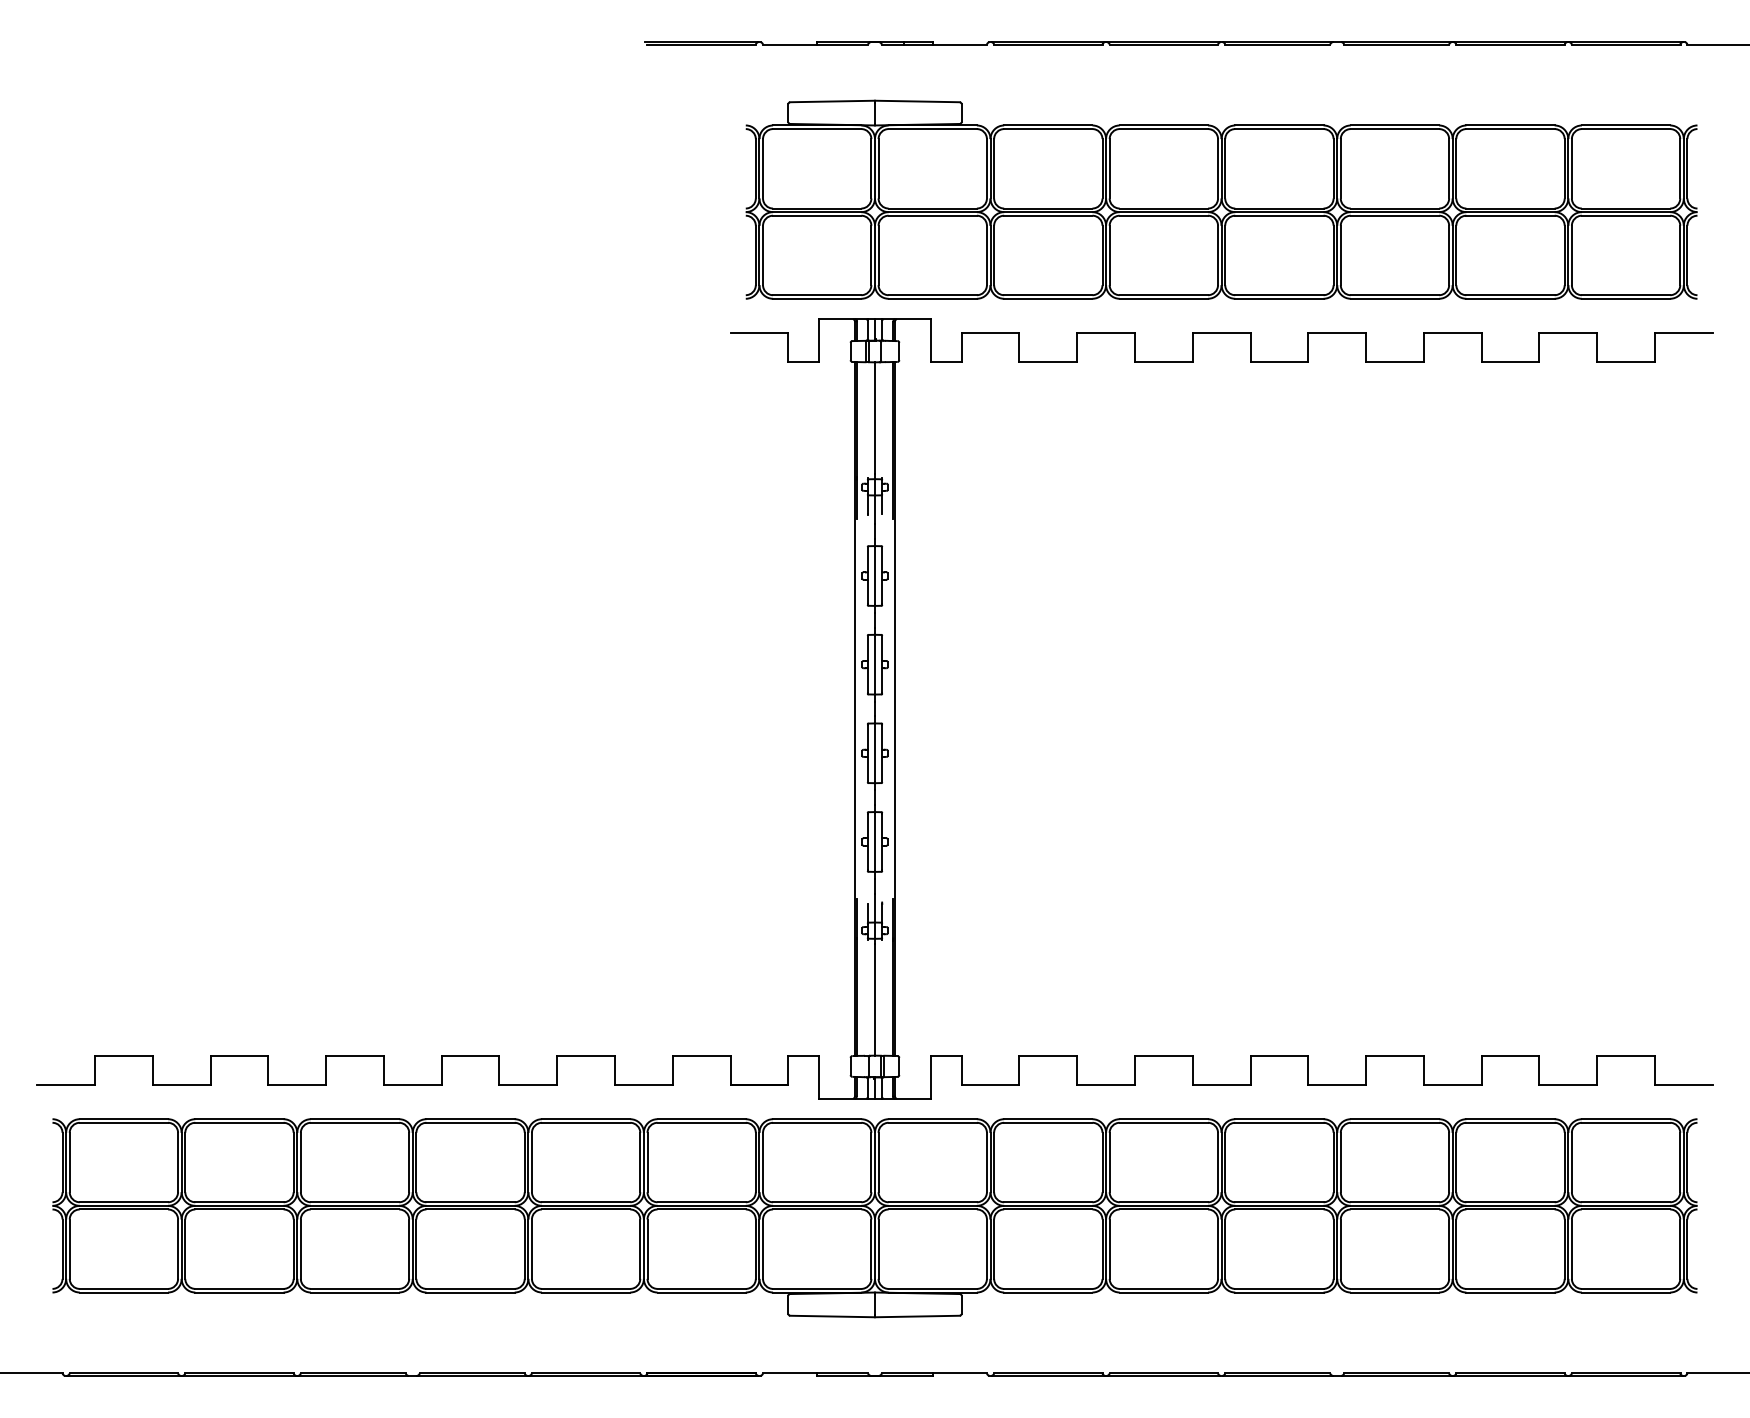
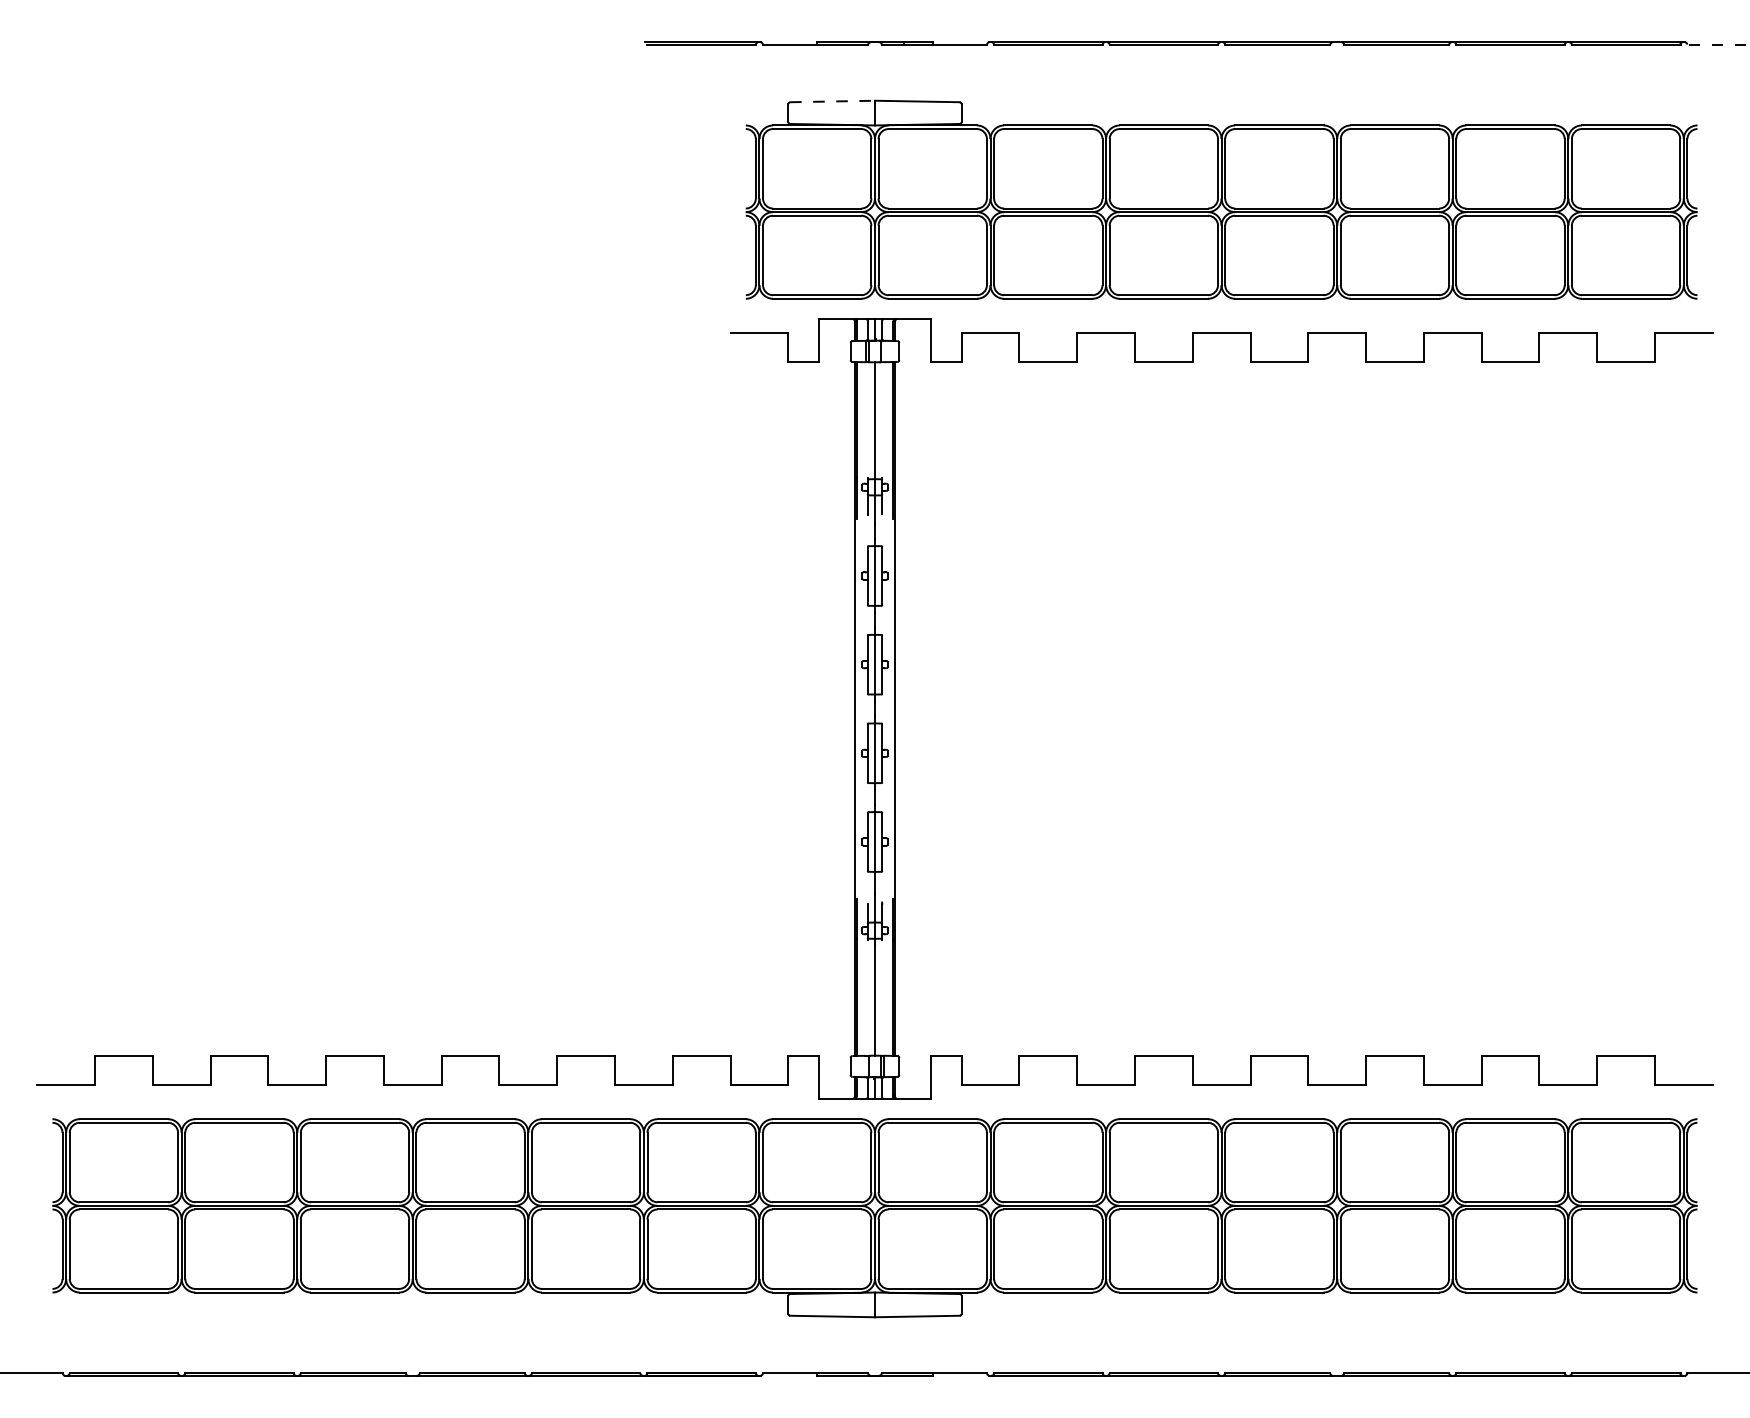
line at (1718, 44): solid -> dashed
line at (833, 101): solid -> dashed
